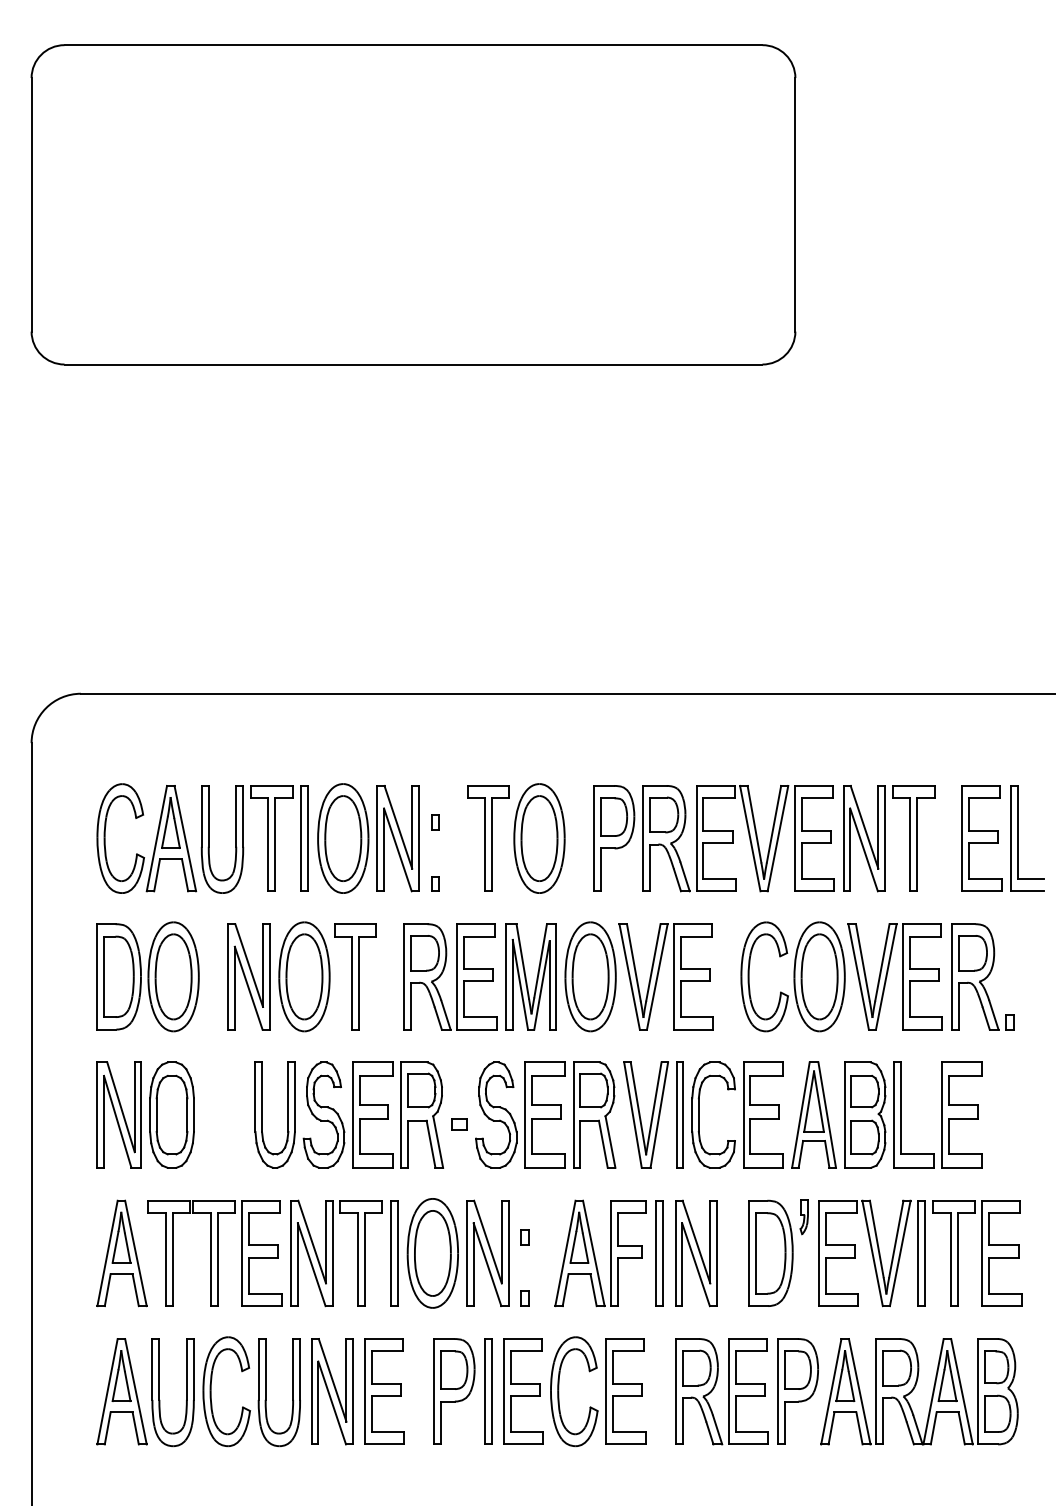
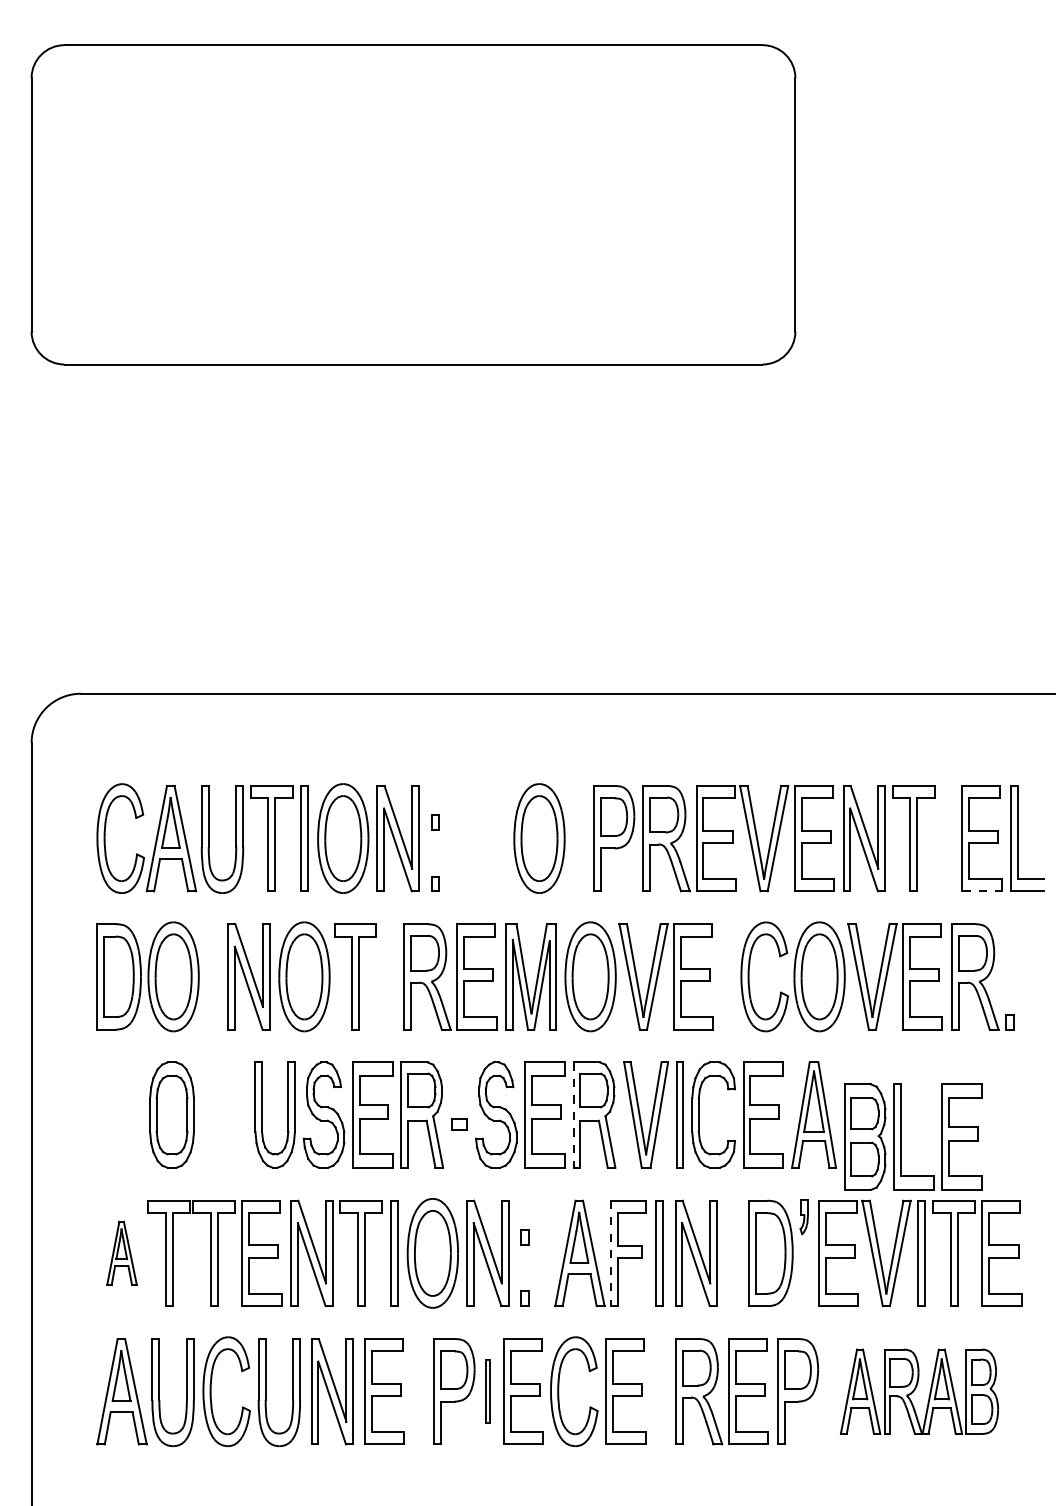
part at (488, 838): present -> none
line at (981, 891): solid -> dashed
part at (118, 1114): present -> none
part at (901, 1114) position: (901, 1114) -> (901, 1136)
line at (573, 1115): solid -> dashed
part at (121, 1253) size: 52x109 px -> 32x66 px
line at (610, 1253): solid -> dashed
part at (488, 1391) size: 9x107 px -> 6x65 px
part at (919, 1391) size: 199x108 px -> 160x87 px
